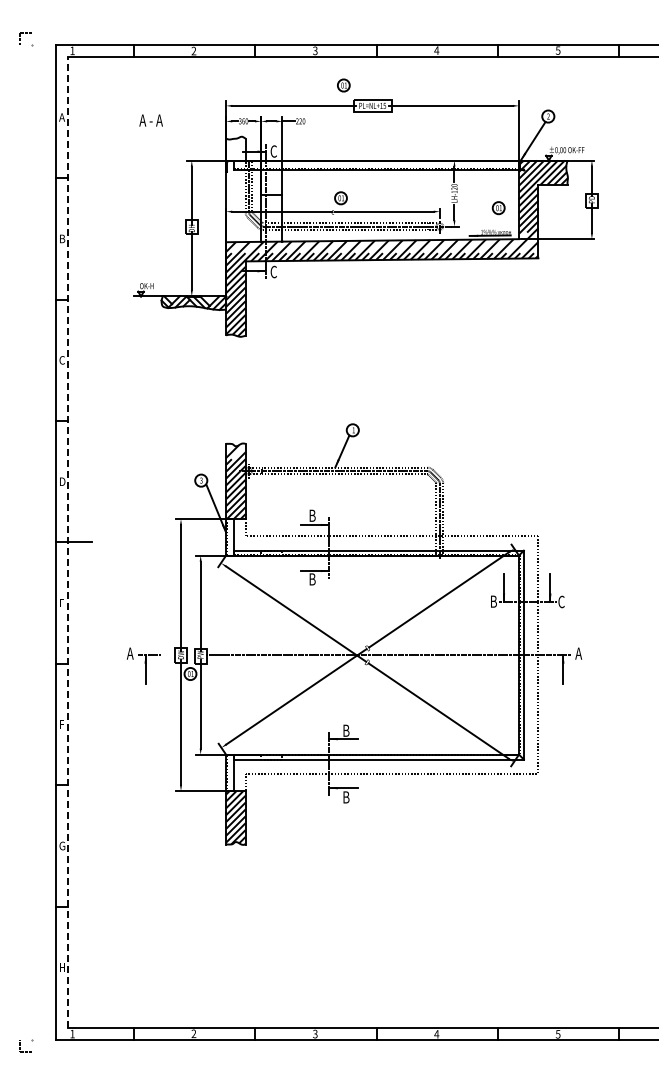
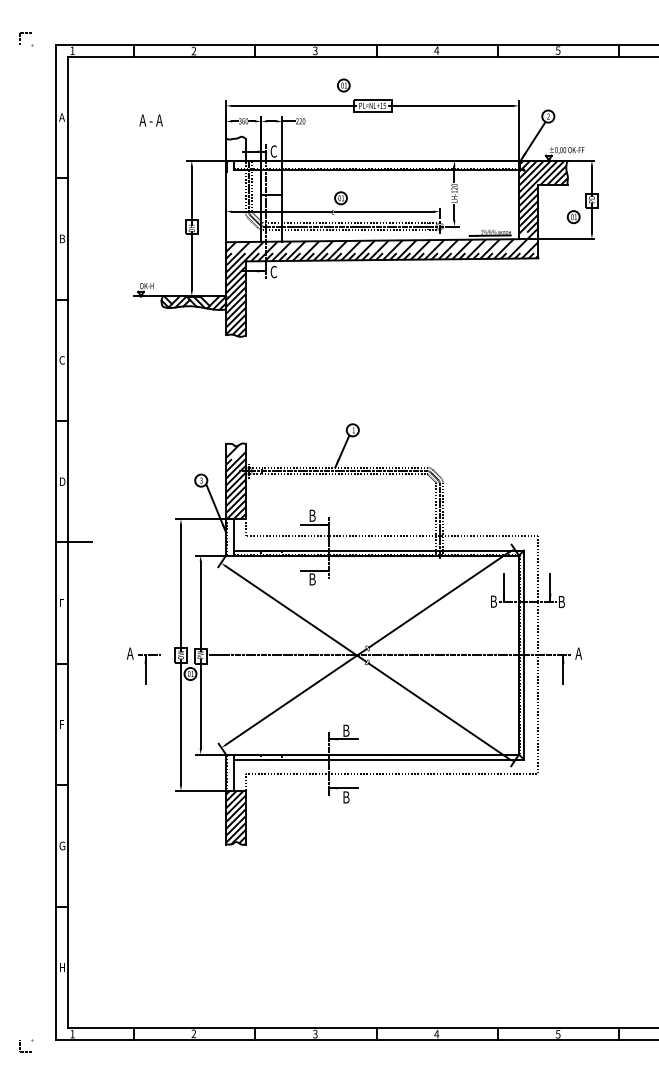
part at (498, 208) position: (498, 208) -> (573, 217)
line at (68, 542): dashed -> solid
text at (561, 601): C -> B
